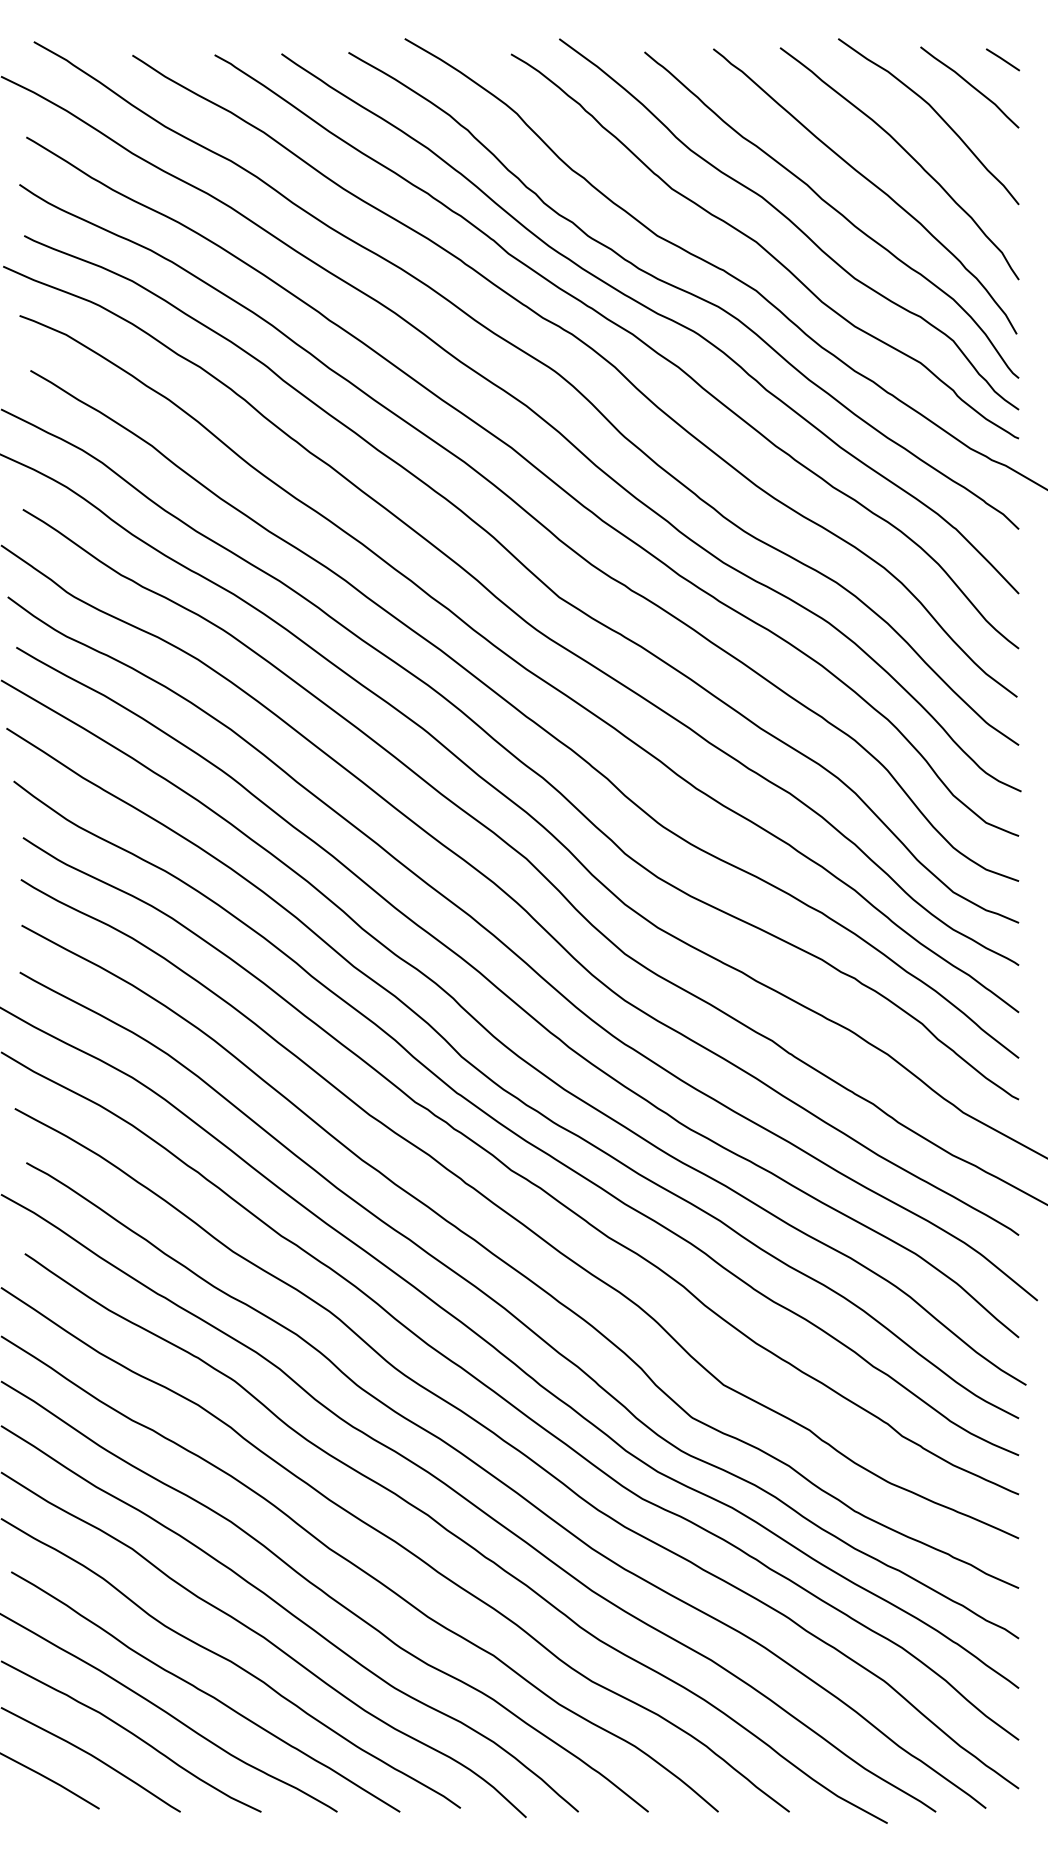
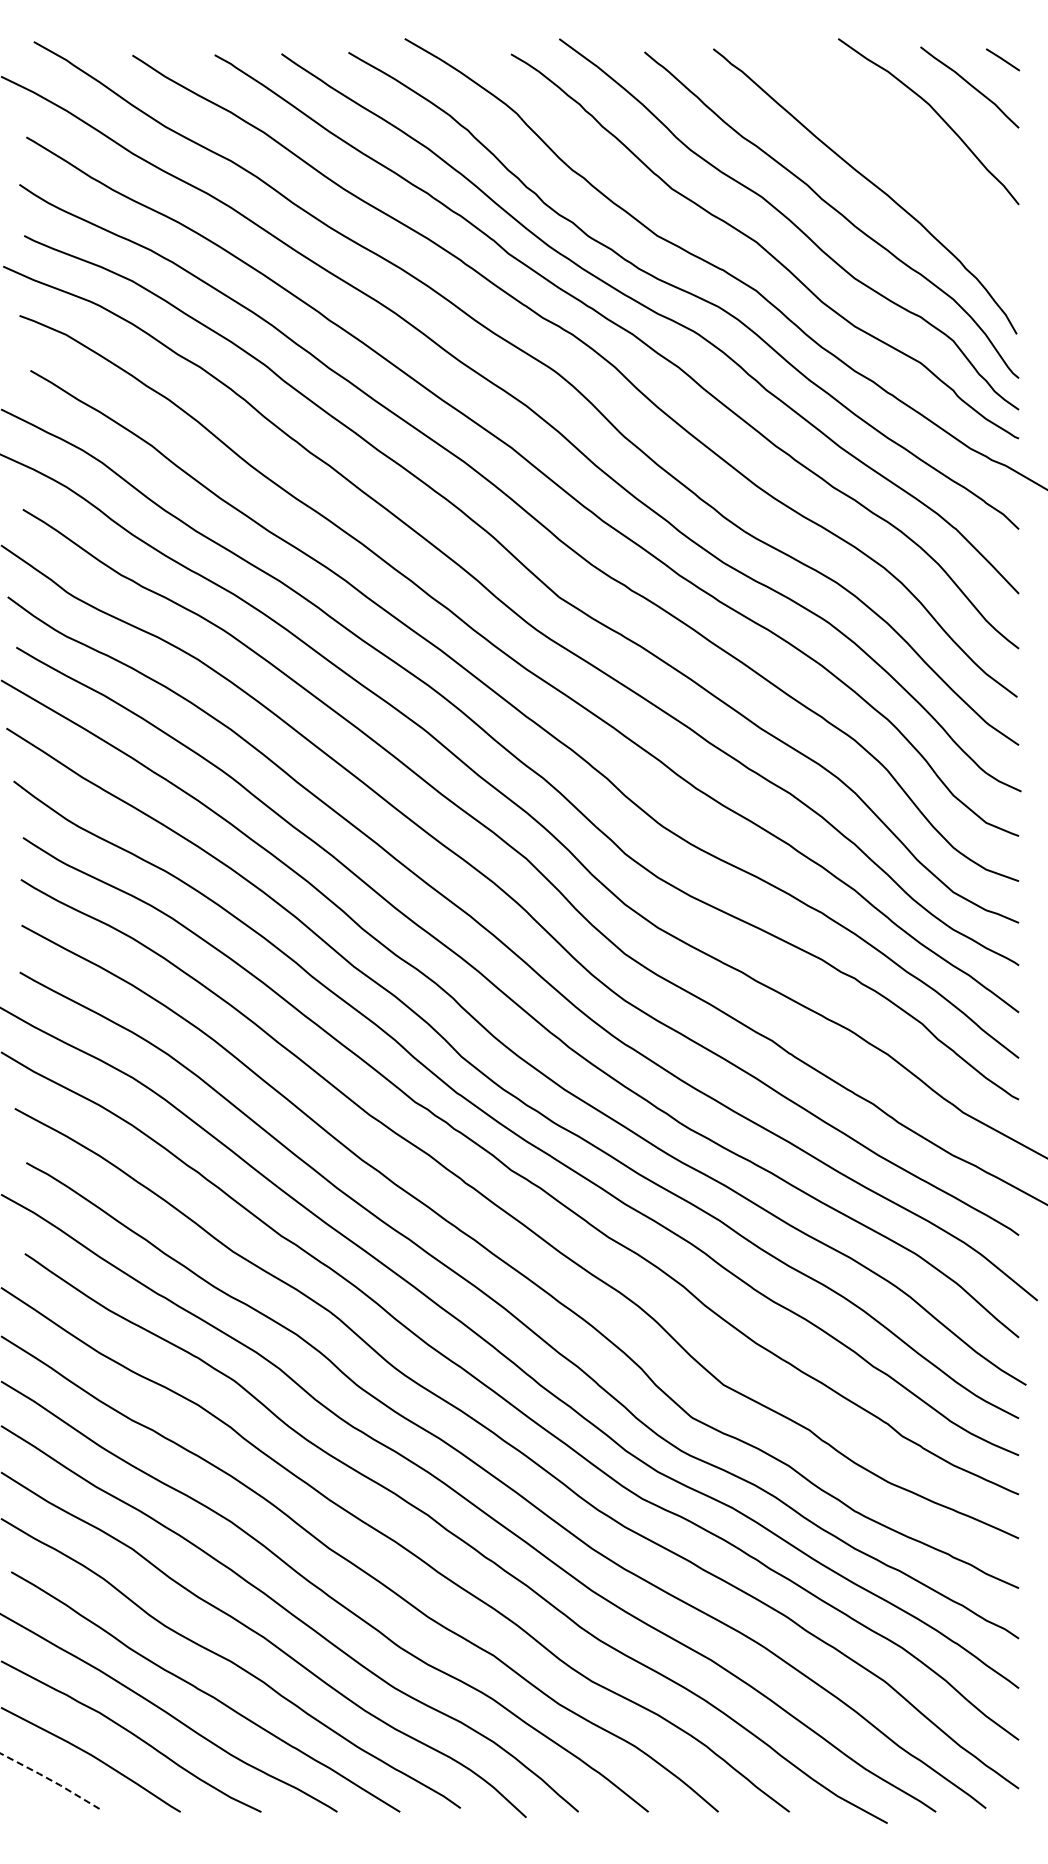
curve at (907, 154): present -> none
line at (50, 1779): solid -> dashed
